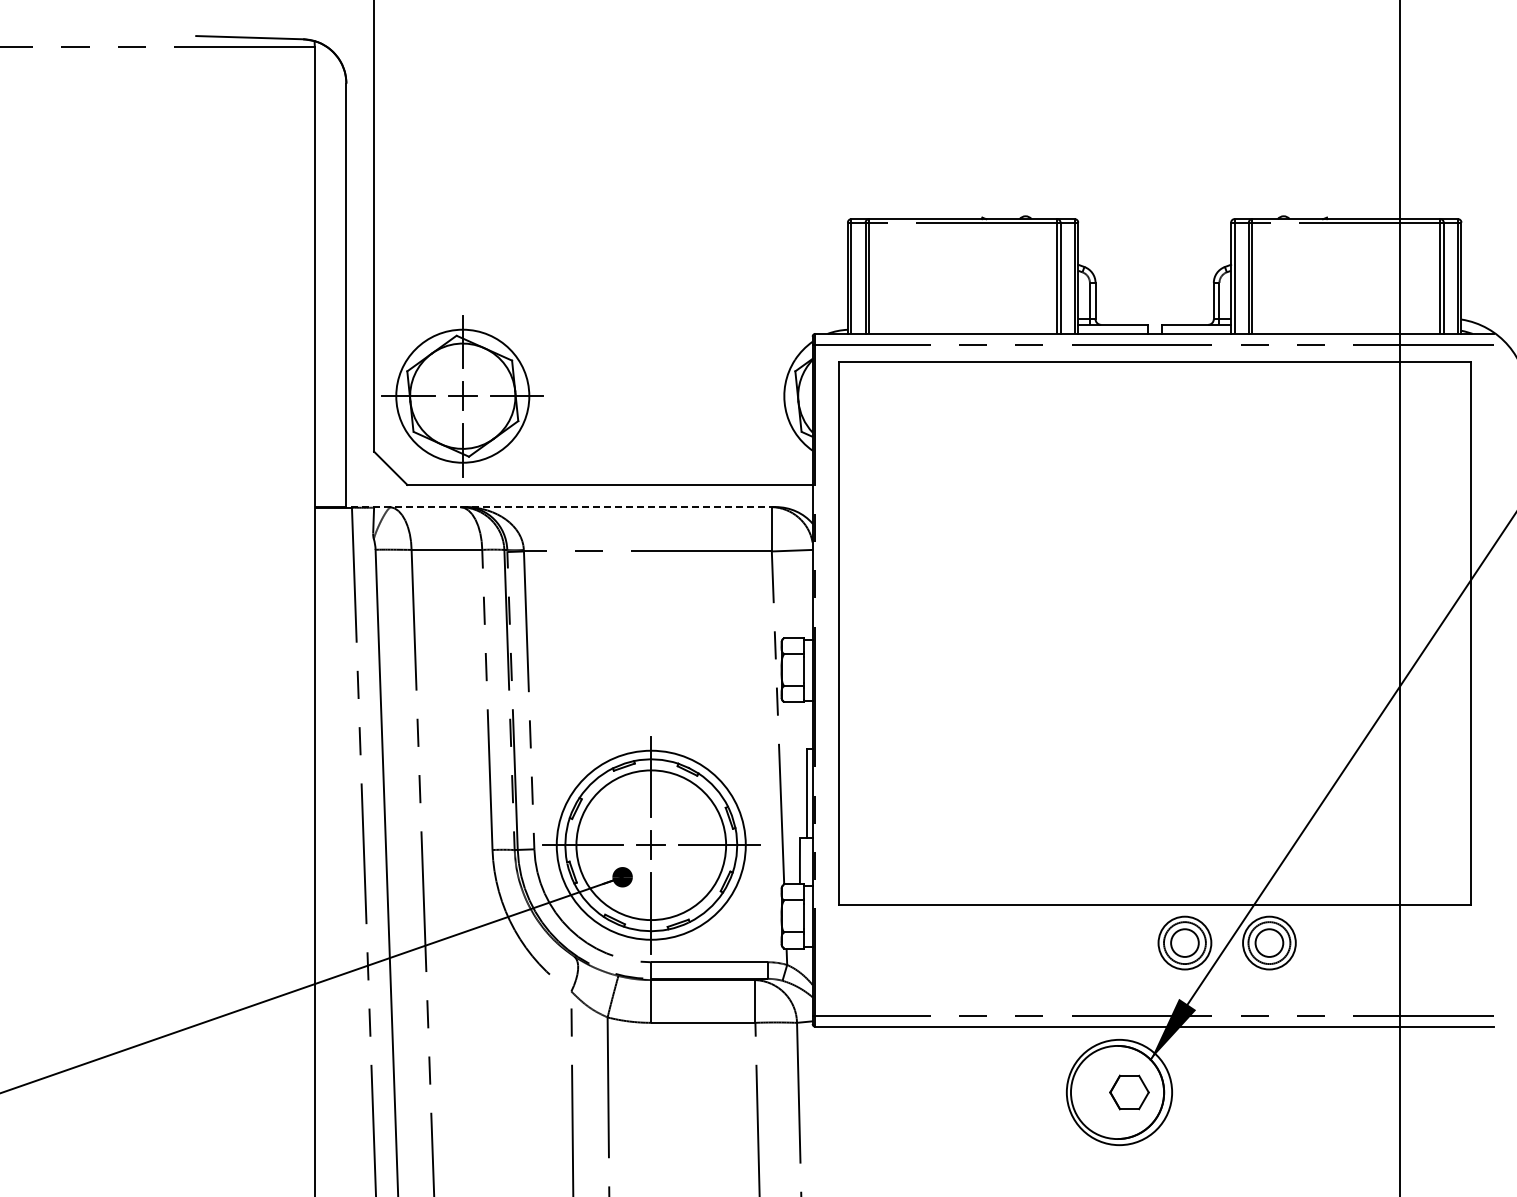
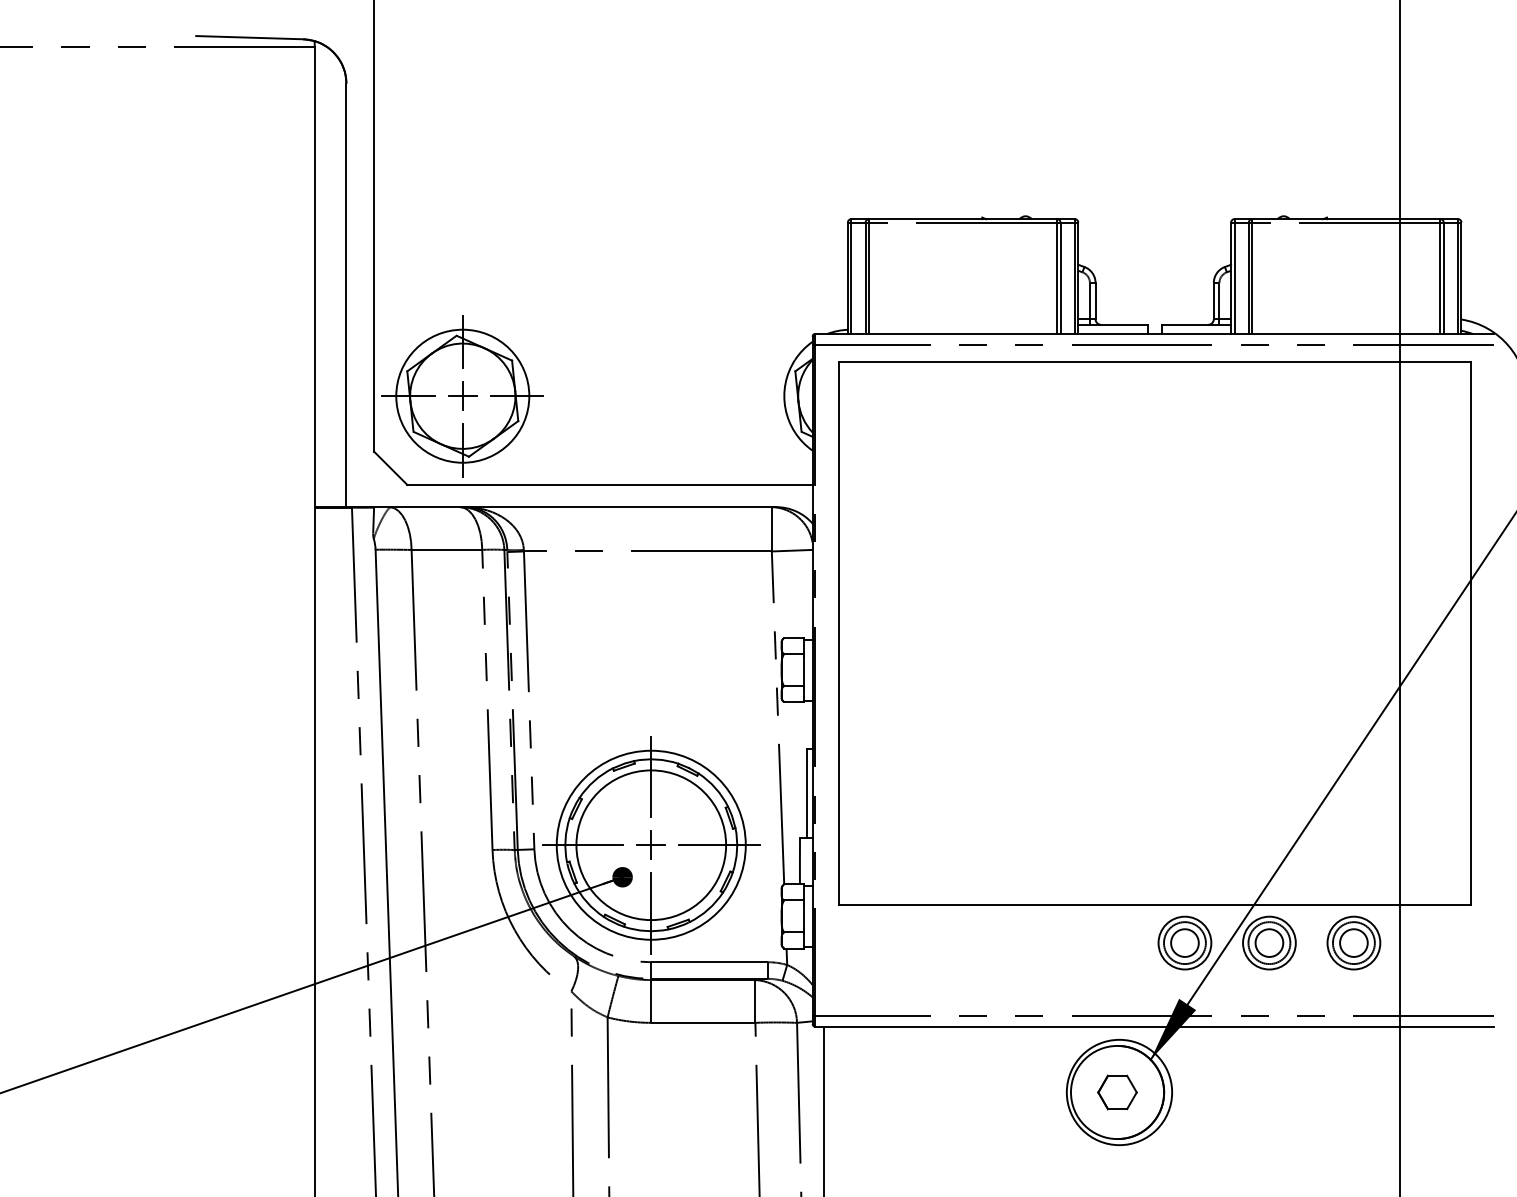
line at (561, 507): dashed -> solid
part at (1353, 942): none -> present
part at (1129, 1092) position: (1129, 1092) -> (1117, 1092)
line at (823, 1109): none -> present
